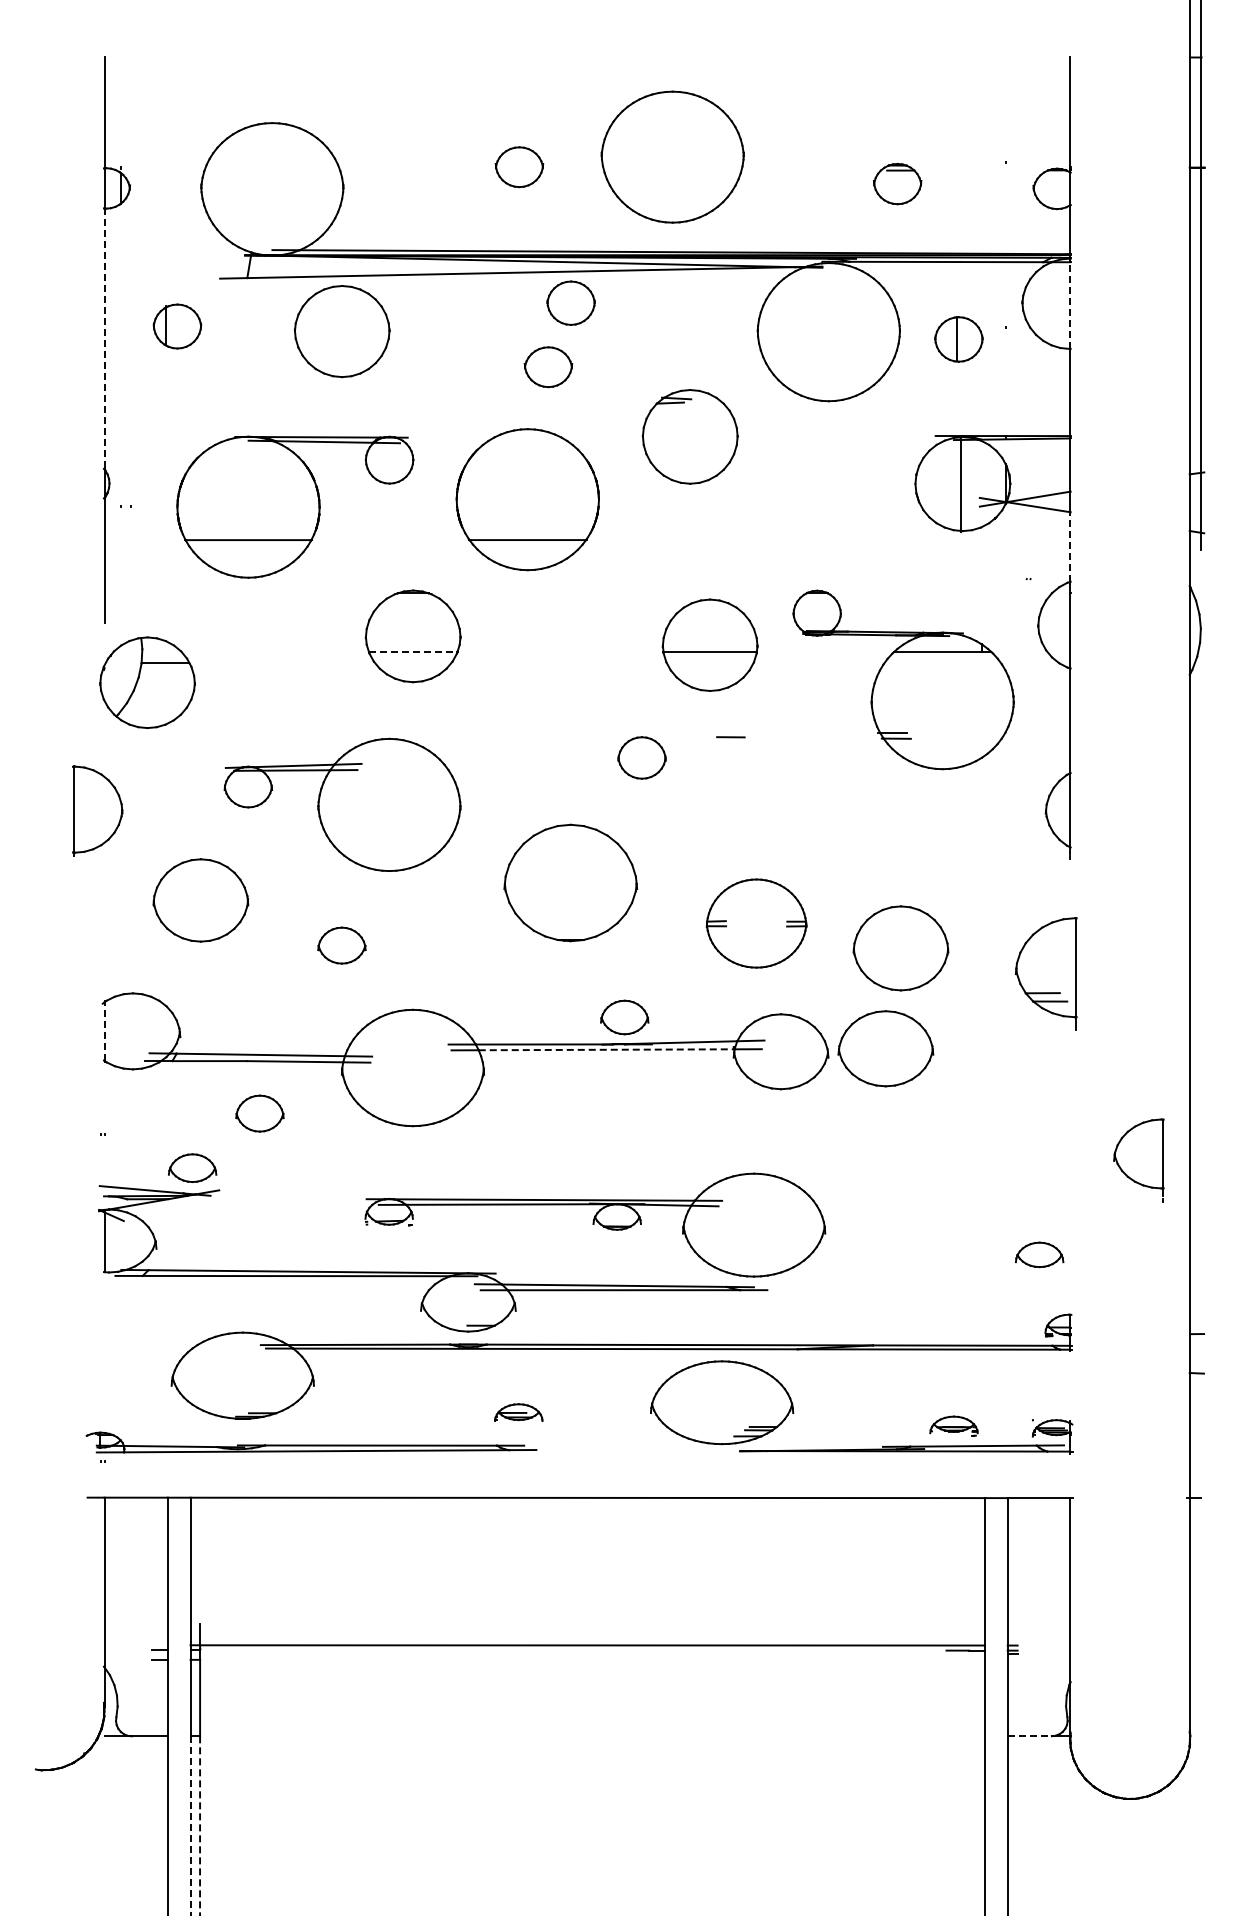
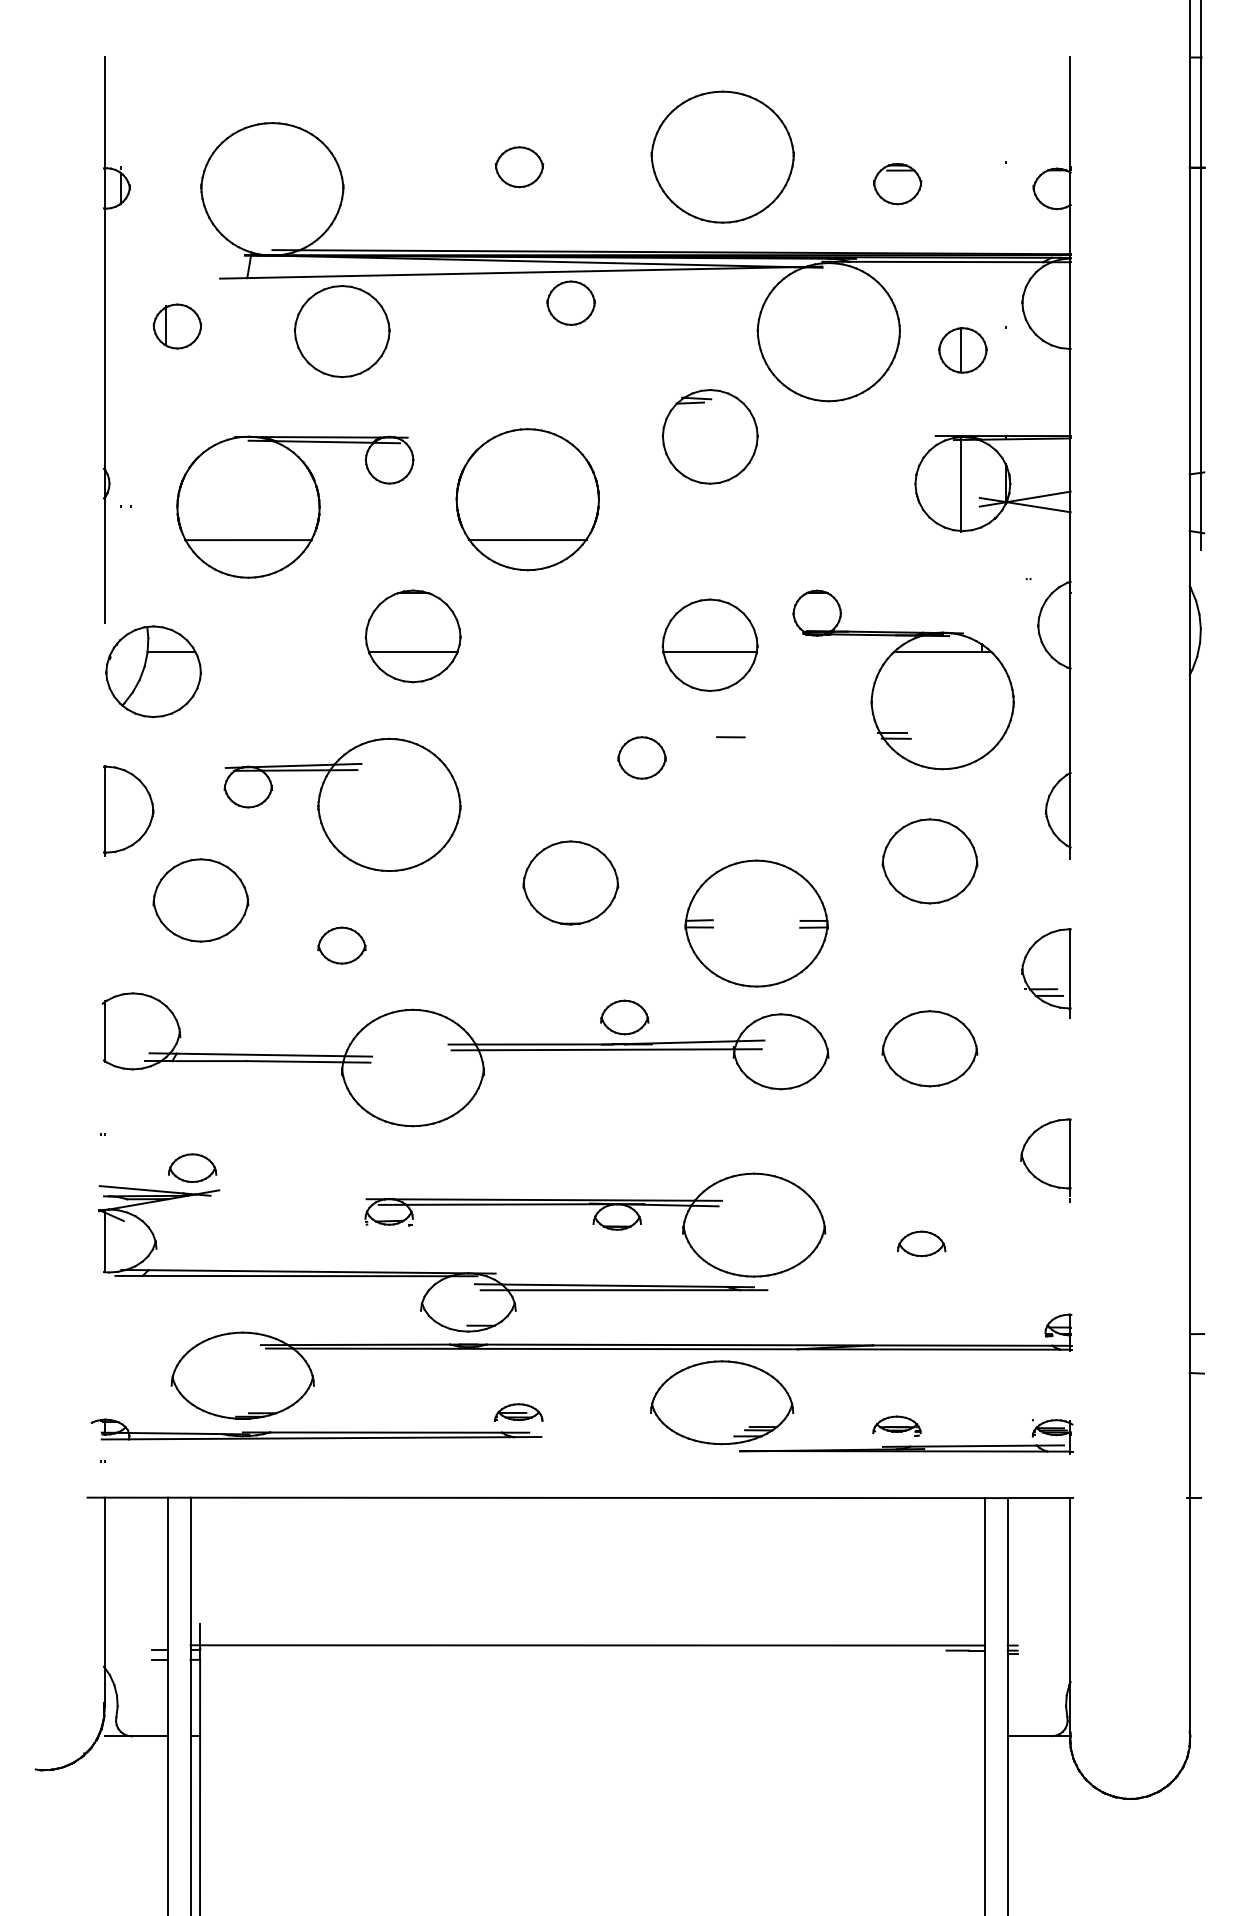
part at (672, 156) position: (672, 156) -> (722, 156)
line at (1070, 305): dashed -> solid
line at (104, 339): dashed -> solid
part at (958, 339) position: (958, 339) -> (962, 350)
part at (548, 367): present -> none
part at (689, 436) position: (689, 436) -> (709, 436)
line at (1070, 547): dashed -> solid
line at (413, 652): dashed -> solid
part at (147, 682) position: (147, 682) -> (153, 671)
part at (97, 810) position: (97, 810) -> (128, 810)
part at (570, 882) size: 136x120 px -> 98x86 px
part at (756, 923) size: 103x91 px -> 145x129 px
part at (900, 948) position: (900, 948) -> (929, 861)
part at (1045, 973) size: 64x114 px -> 51x91 px
line at (104, 1031): dashed -> solid
part at (885, 1048) position: (885, 1048) -> (929, 1048)
line at (606, 1049): dashed -> solid
part at (259, 1113): present -> none
part at (1138, 1160) position: (1138, 1160) -> (1045, 1160)
part at (1039, 1254) position: (1039, 1254) -> (921, 1243)
part at (953, 1425) position: (953, 1425) -> (896, 1425)
part at (311, 1442) position: (311, 1442) -> (316, 1429)
line at (1030, 1736): dashed -> solid
line at (190, 1826): dashed -> solid
line at (200, 1826): dashed -> solid
